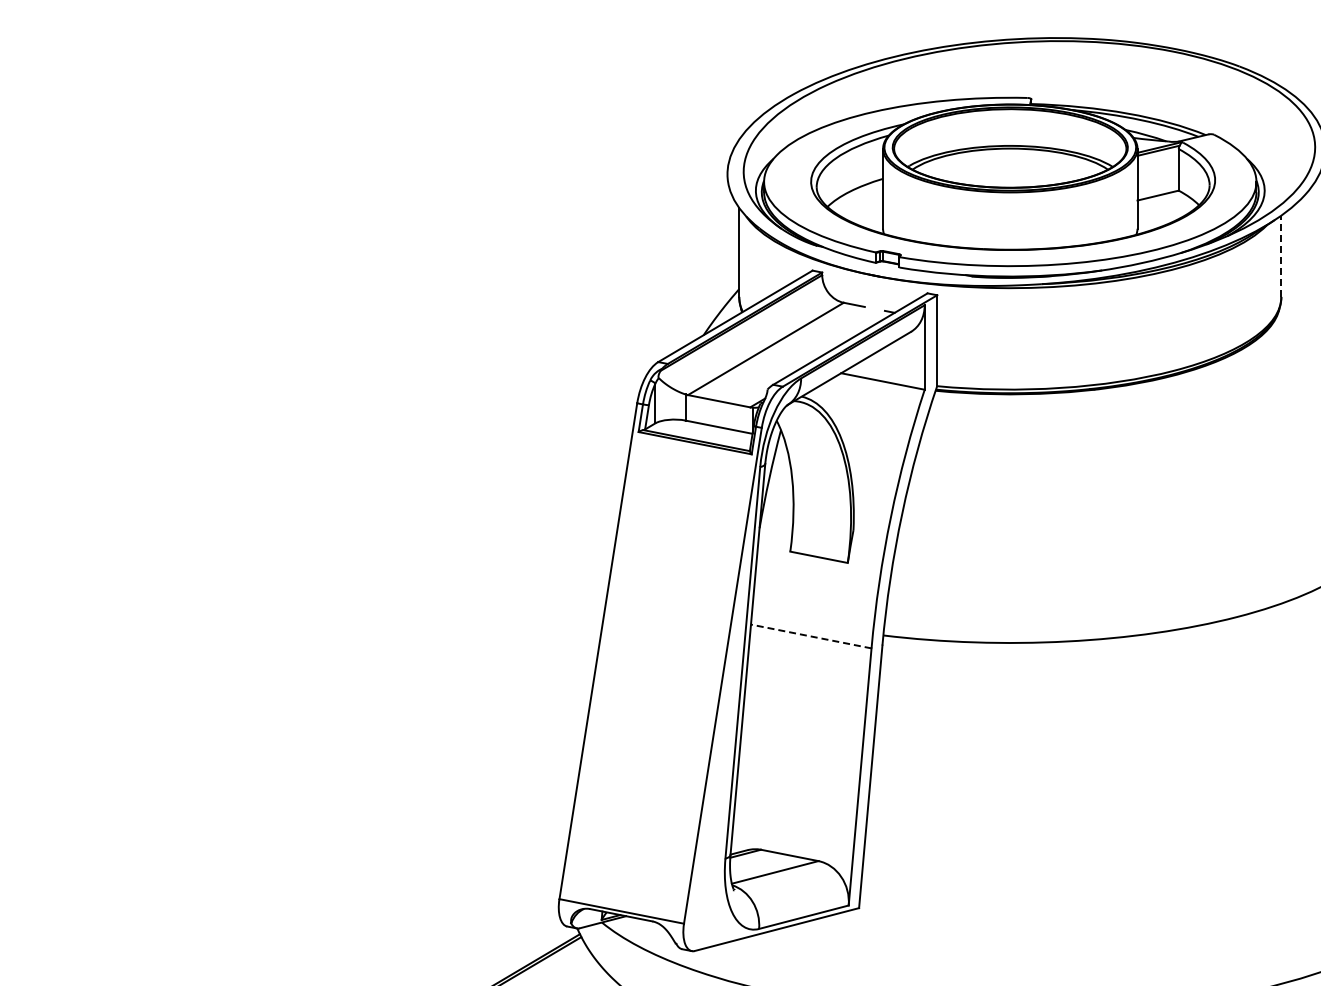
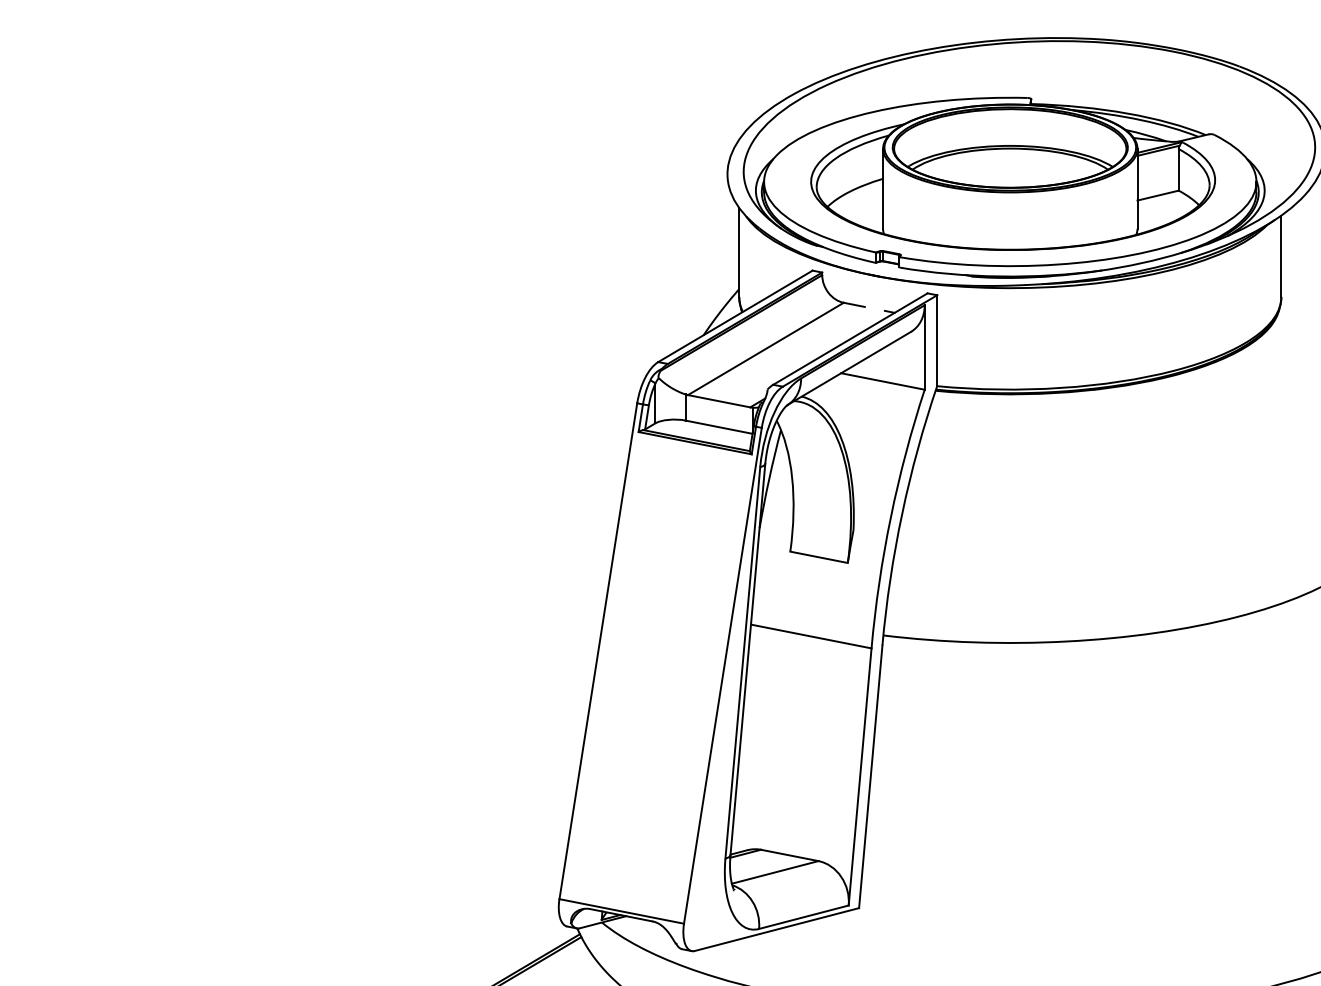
line at (1281, 256): dashed -> solid
line at (810, 636): dashed -> solid
